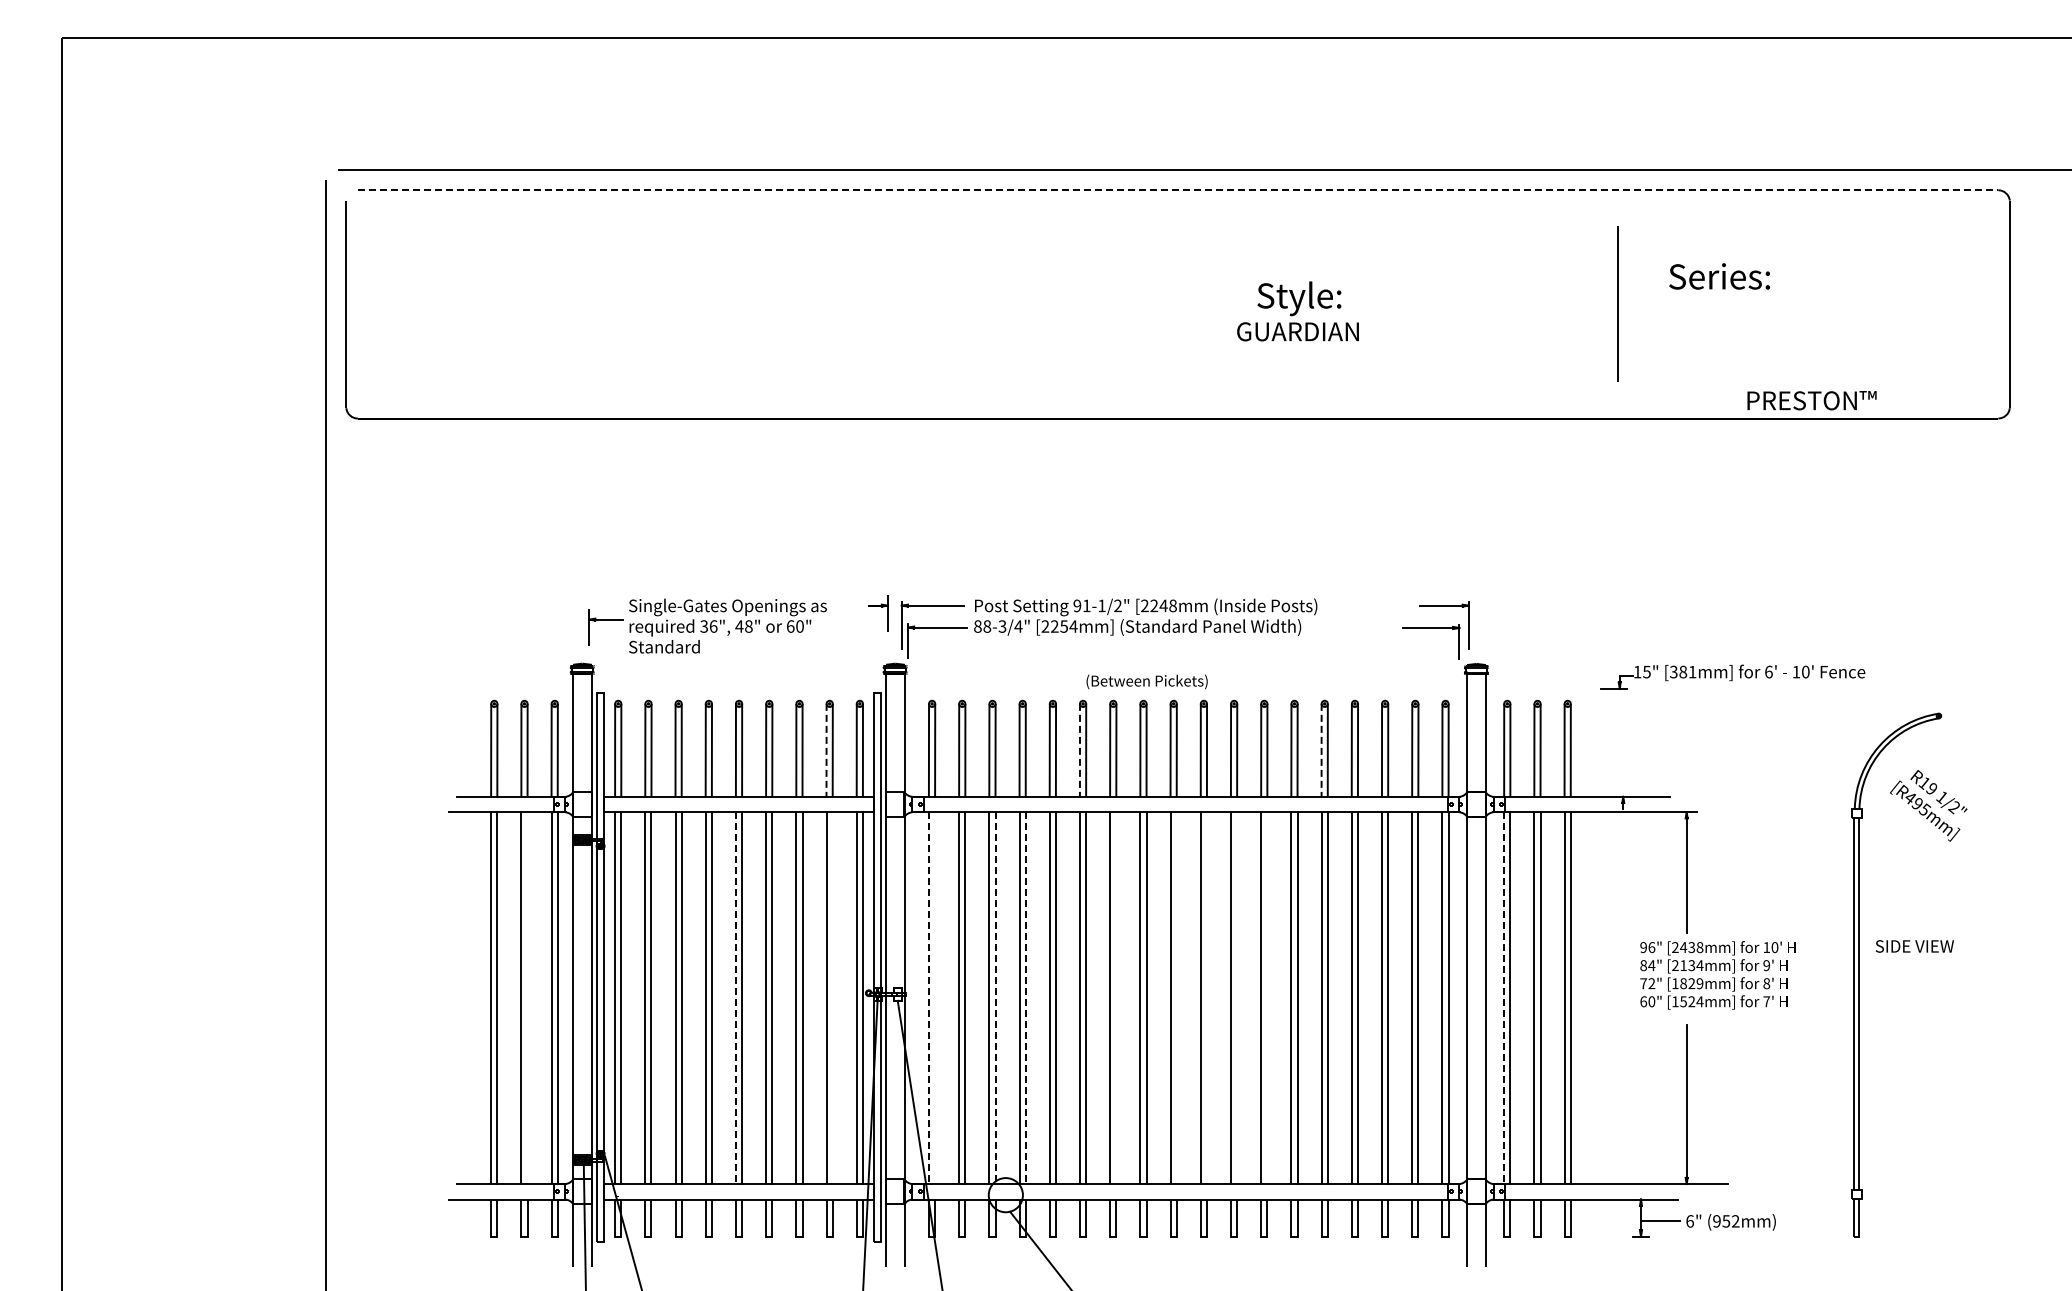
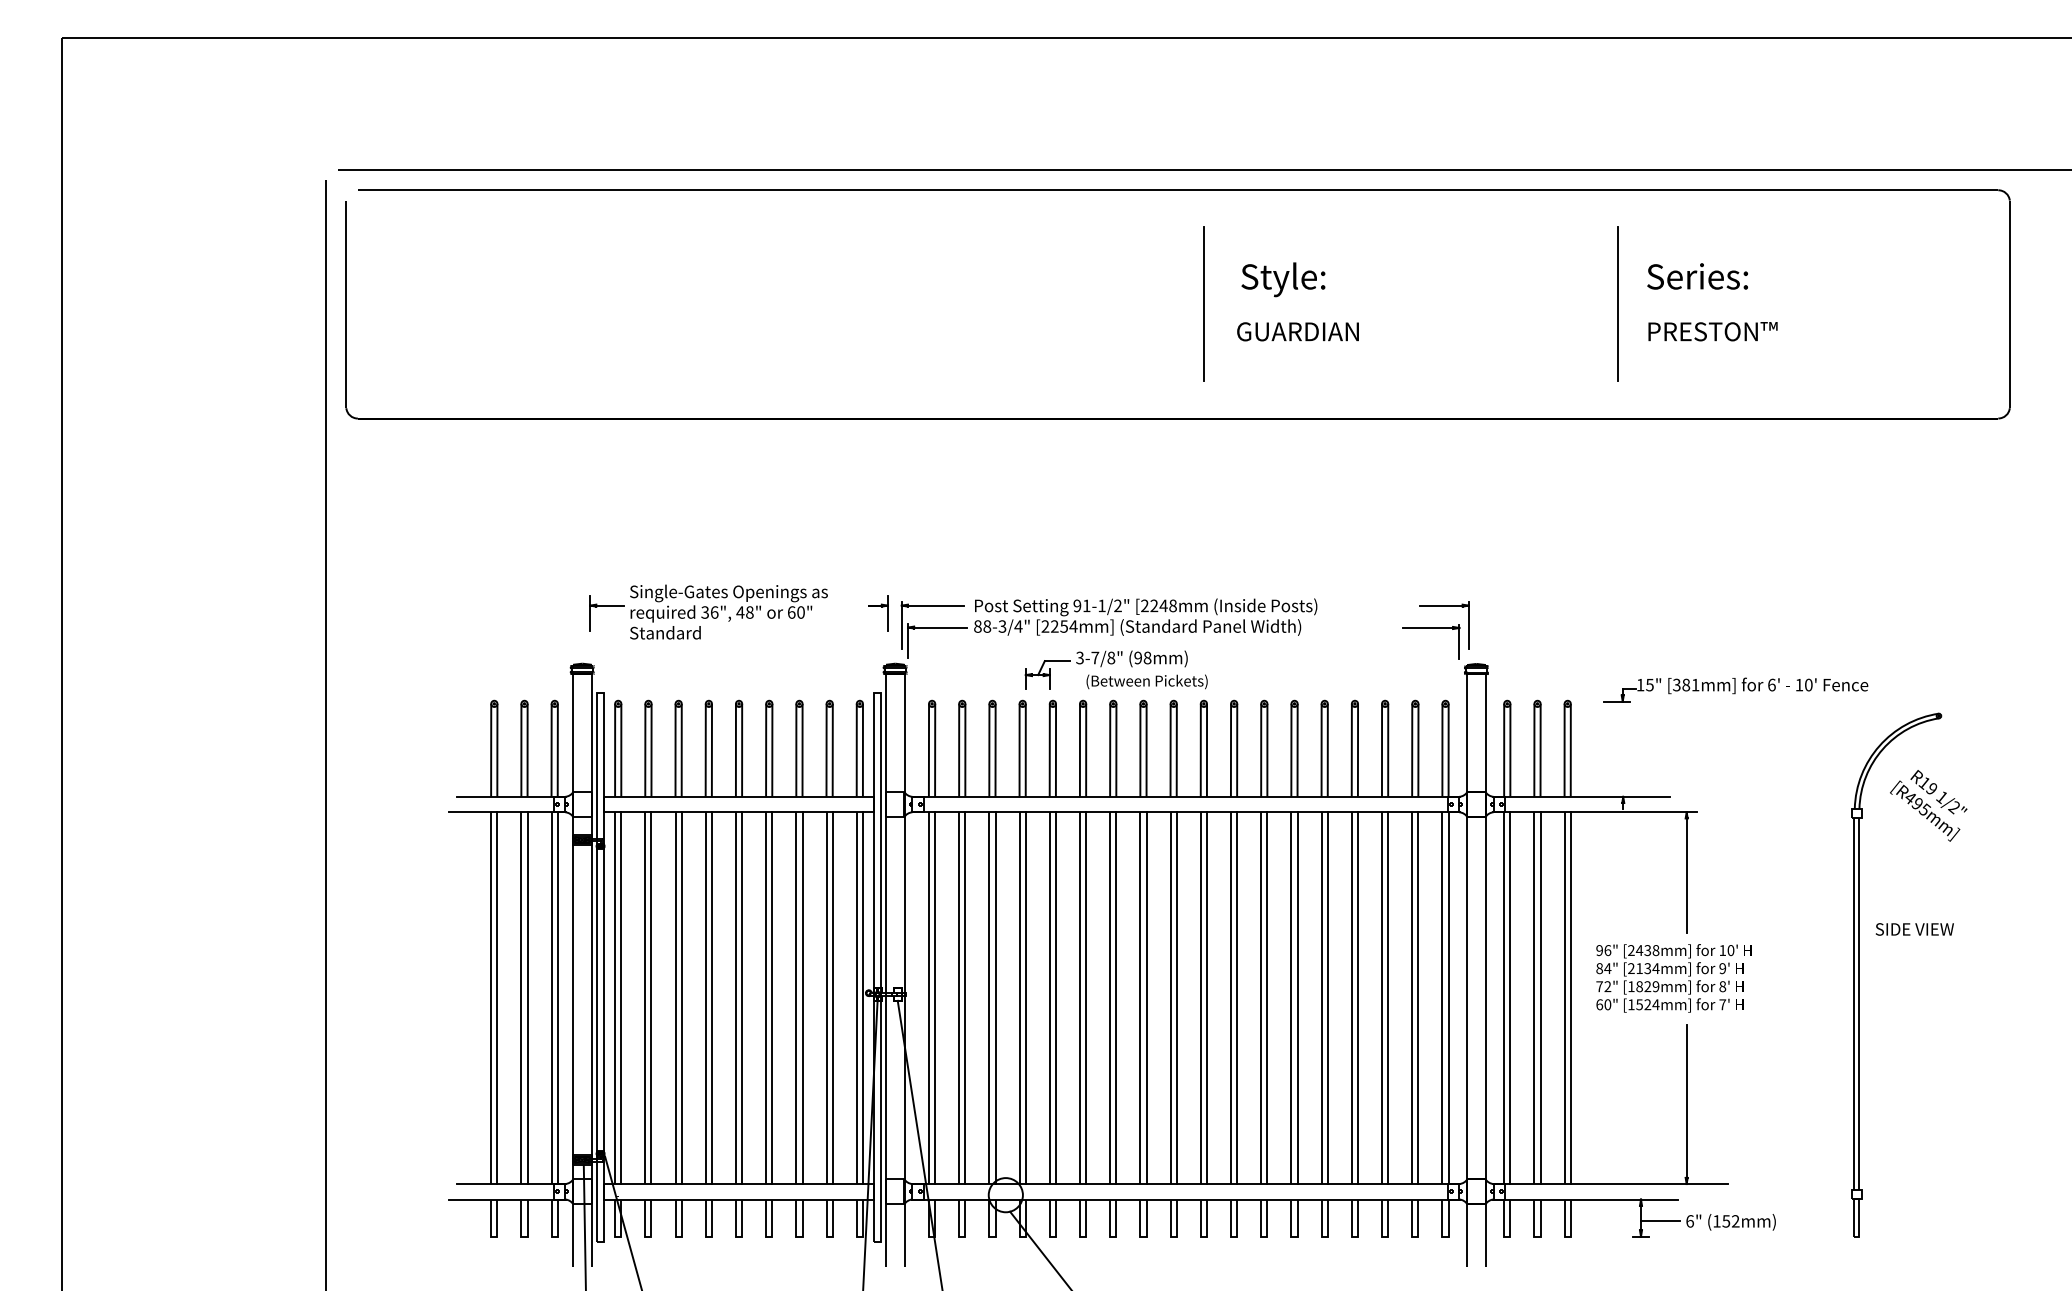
line at (1178, 190): dashed -> solid
text at (1719, 276) position: (1719, 276) -> (1697, 276)
text at (1299, 298) position: (1299, 298) -> (1283, 279)
line at (1203, 304): none -> present
text at (1811, 400) position: (1811, 400) -> (1712, 331)
part at (707, 625) position: (707, 625) -> (708, 611)
part at (1105, 669): none -> present
part at (1732, 676) position: (1732, 676) -> (1735, 689)
line at (826, 750): dashed -> solid
line at (1079, 750): dashed -> solid
line at (1321, 750): dashed -> solid
text at (1914, 946) position: (1914, 946) -> (1914, 929)
text at (1717, 975) position: (1717, 975) -> (1673, 978)
line at (527, 998): none -> present
line at (735, 998): dashed -> solid
line at (832, 998): none -> present
line at (928, 998): dashed -> solid
line at (935, 998): none -> present
line at (995, 998): dashed -> solid
line at (1025, 998): dashed -> solid
line at (1116, 998): none -> present
line at (1176, 998): none -> present
line at (1206, 998): none -> present
line at (1237, 998): none -> present
line at (1267, 998): none -> present
line at (1504, 998): dashed -> solid
text at (1716, 1221): (952mm) -> (152mm)
